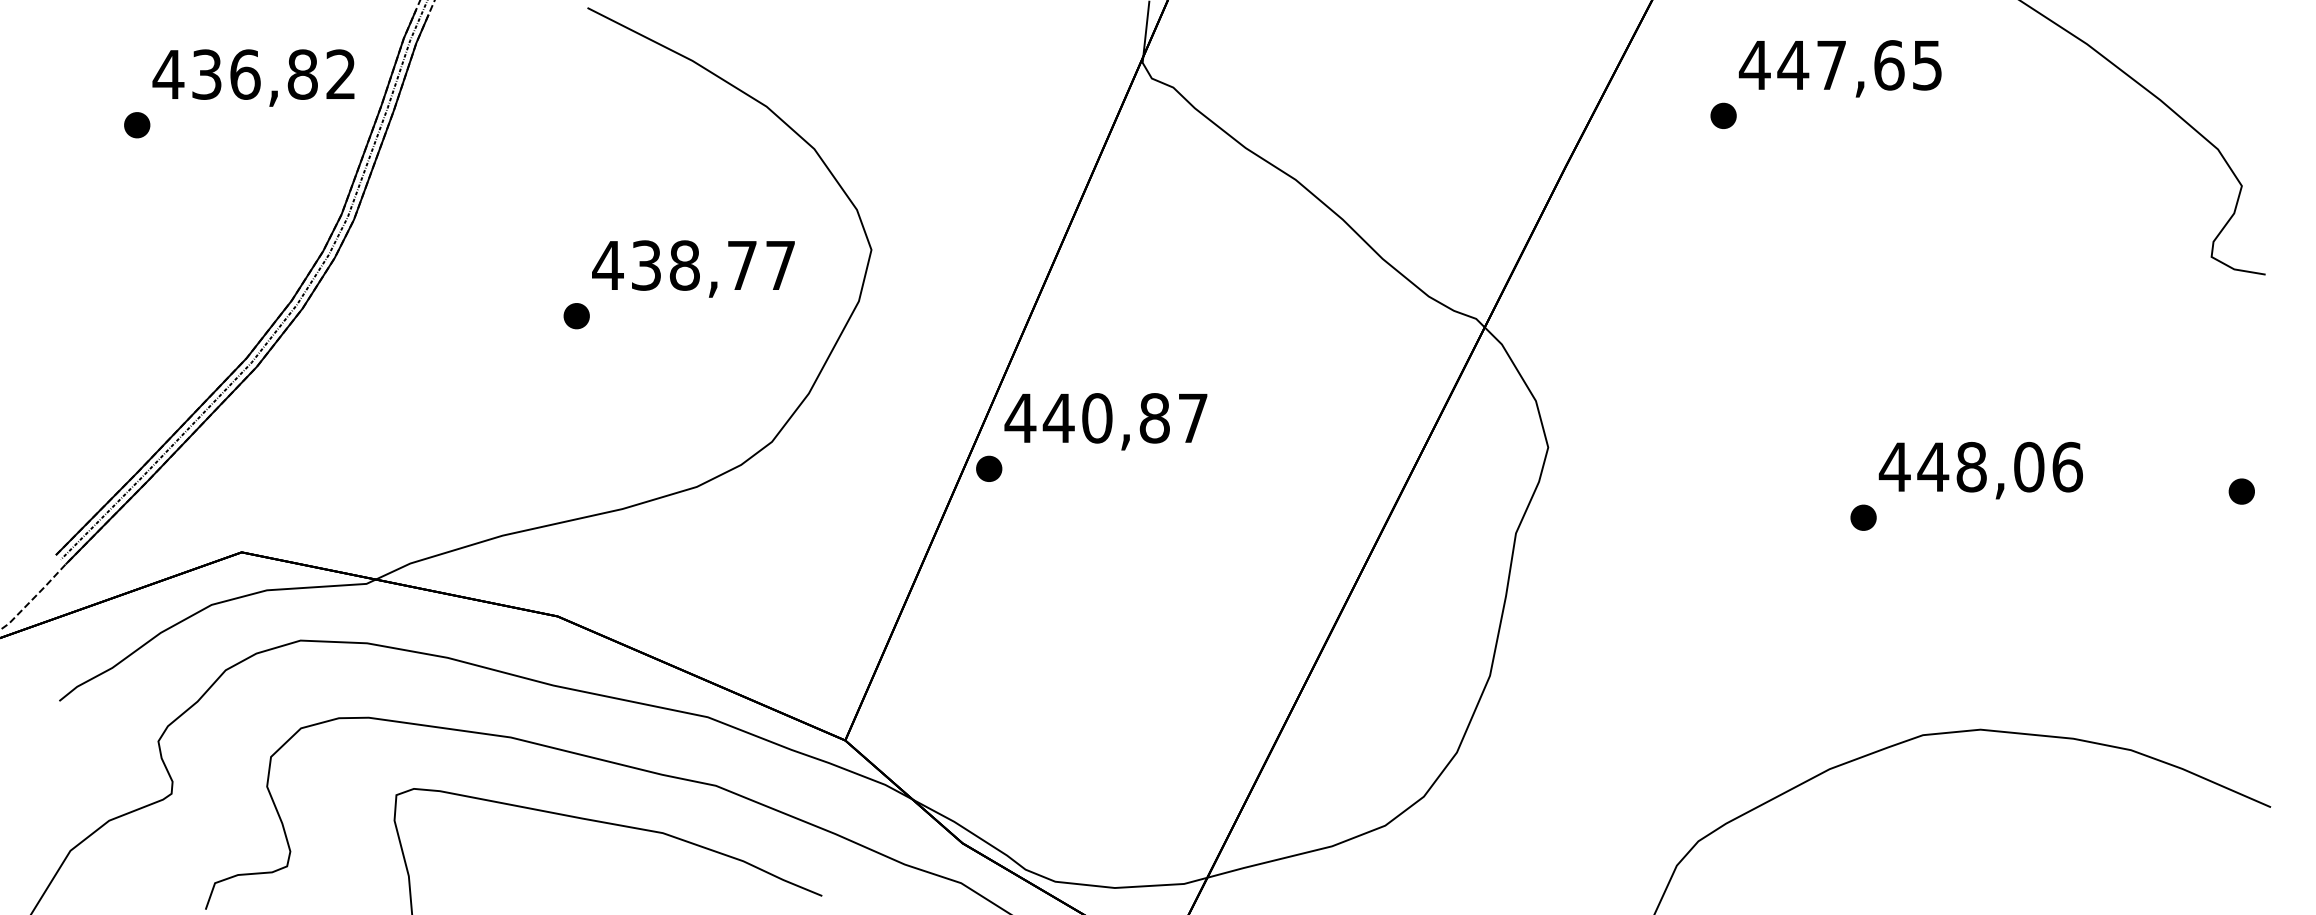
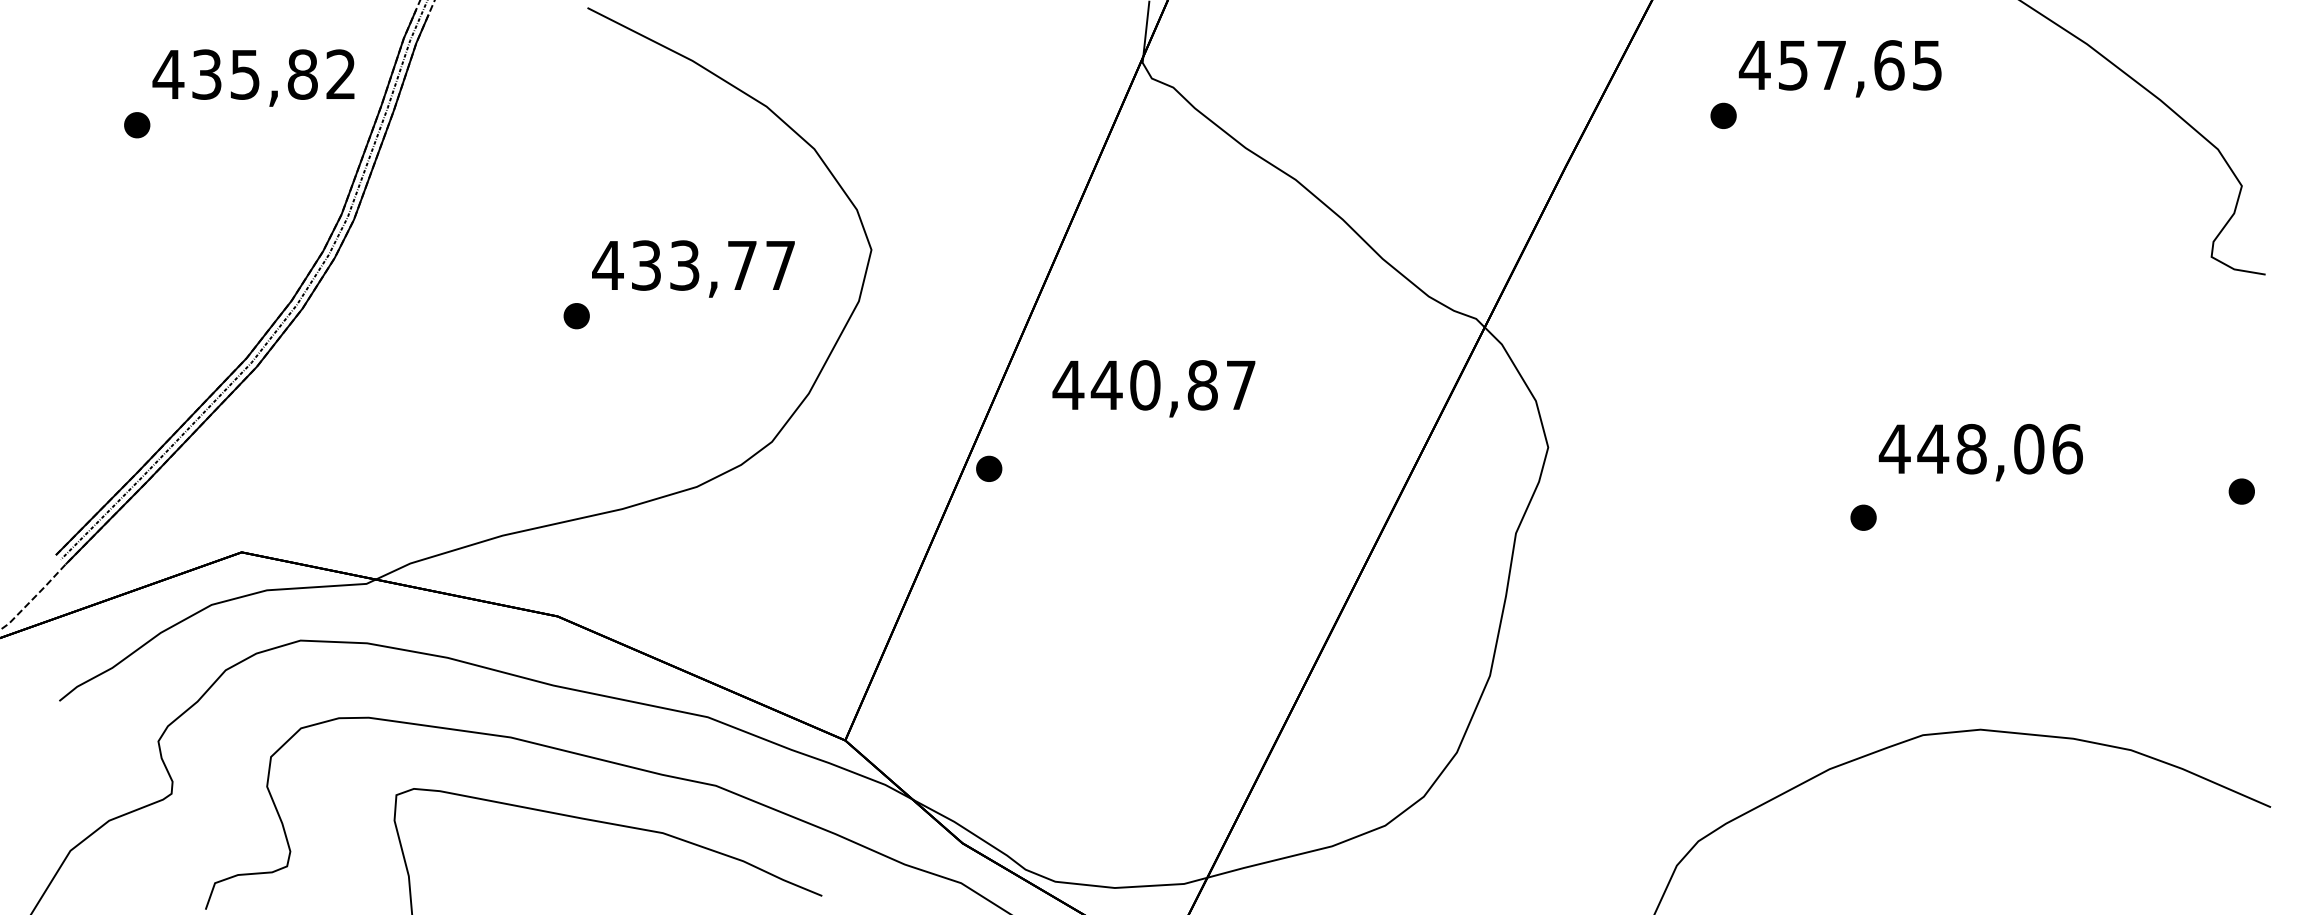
text at (1793, 65): 447,65 -> 457,65
text at (245, 74): 436,82 -> 435,82
text at (684, 265): 438,77 -> 433,77
text at (1105, 421) position: (1105, 421) -> (1153, 388)
text at (1980, 470) position: (1980, 470) -> (1980, 452)
